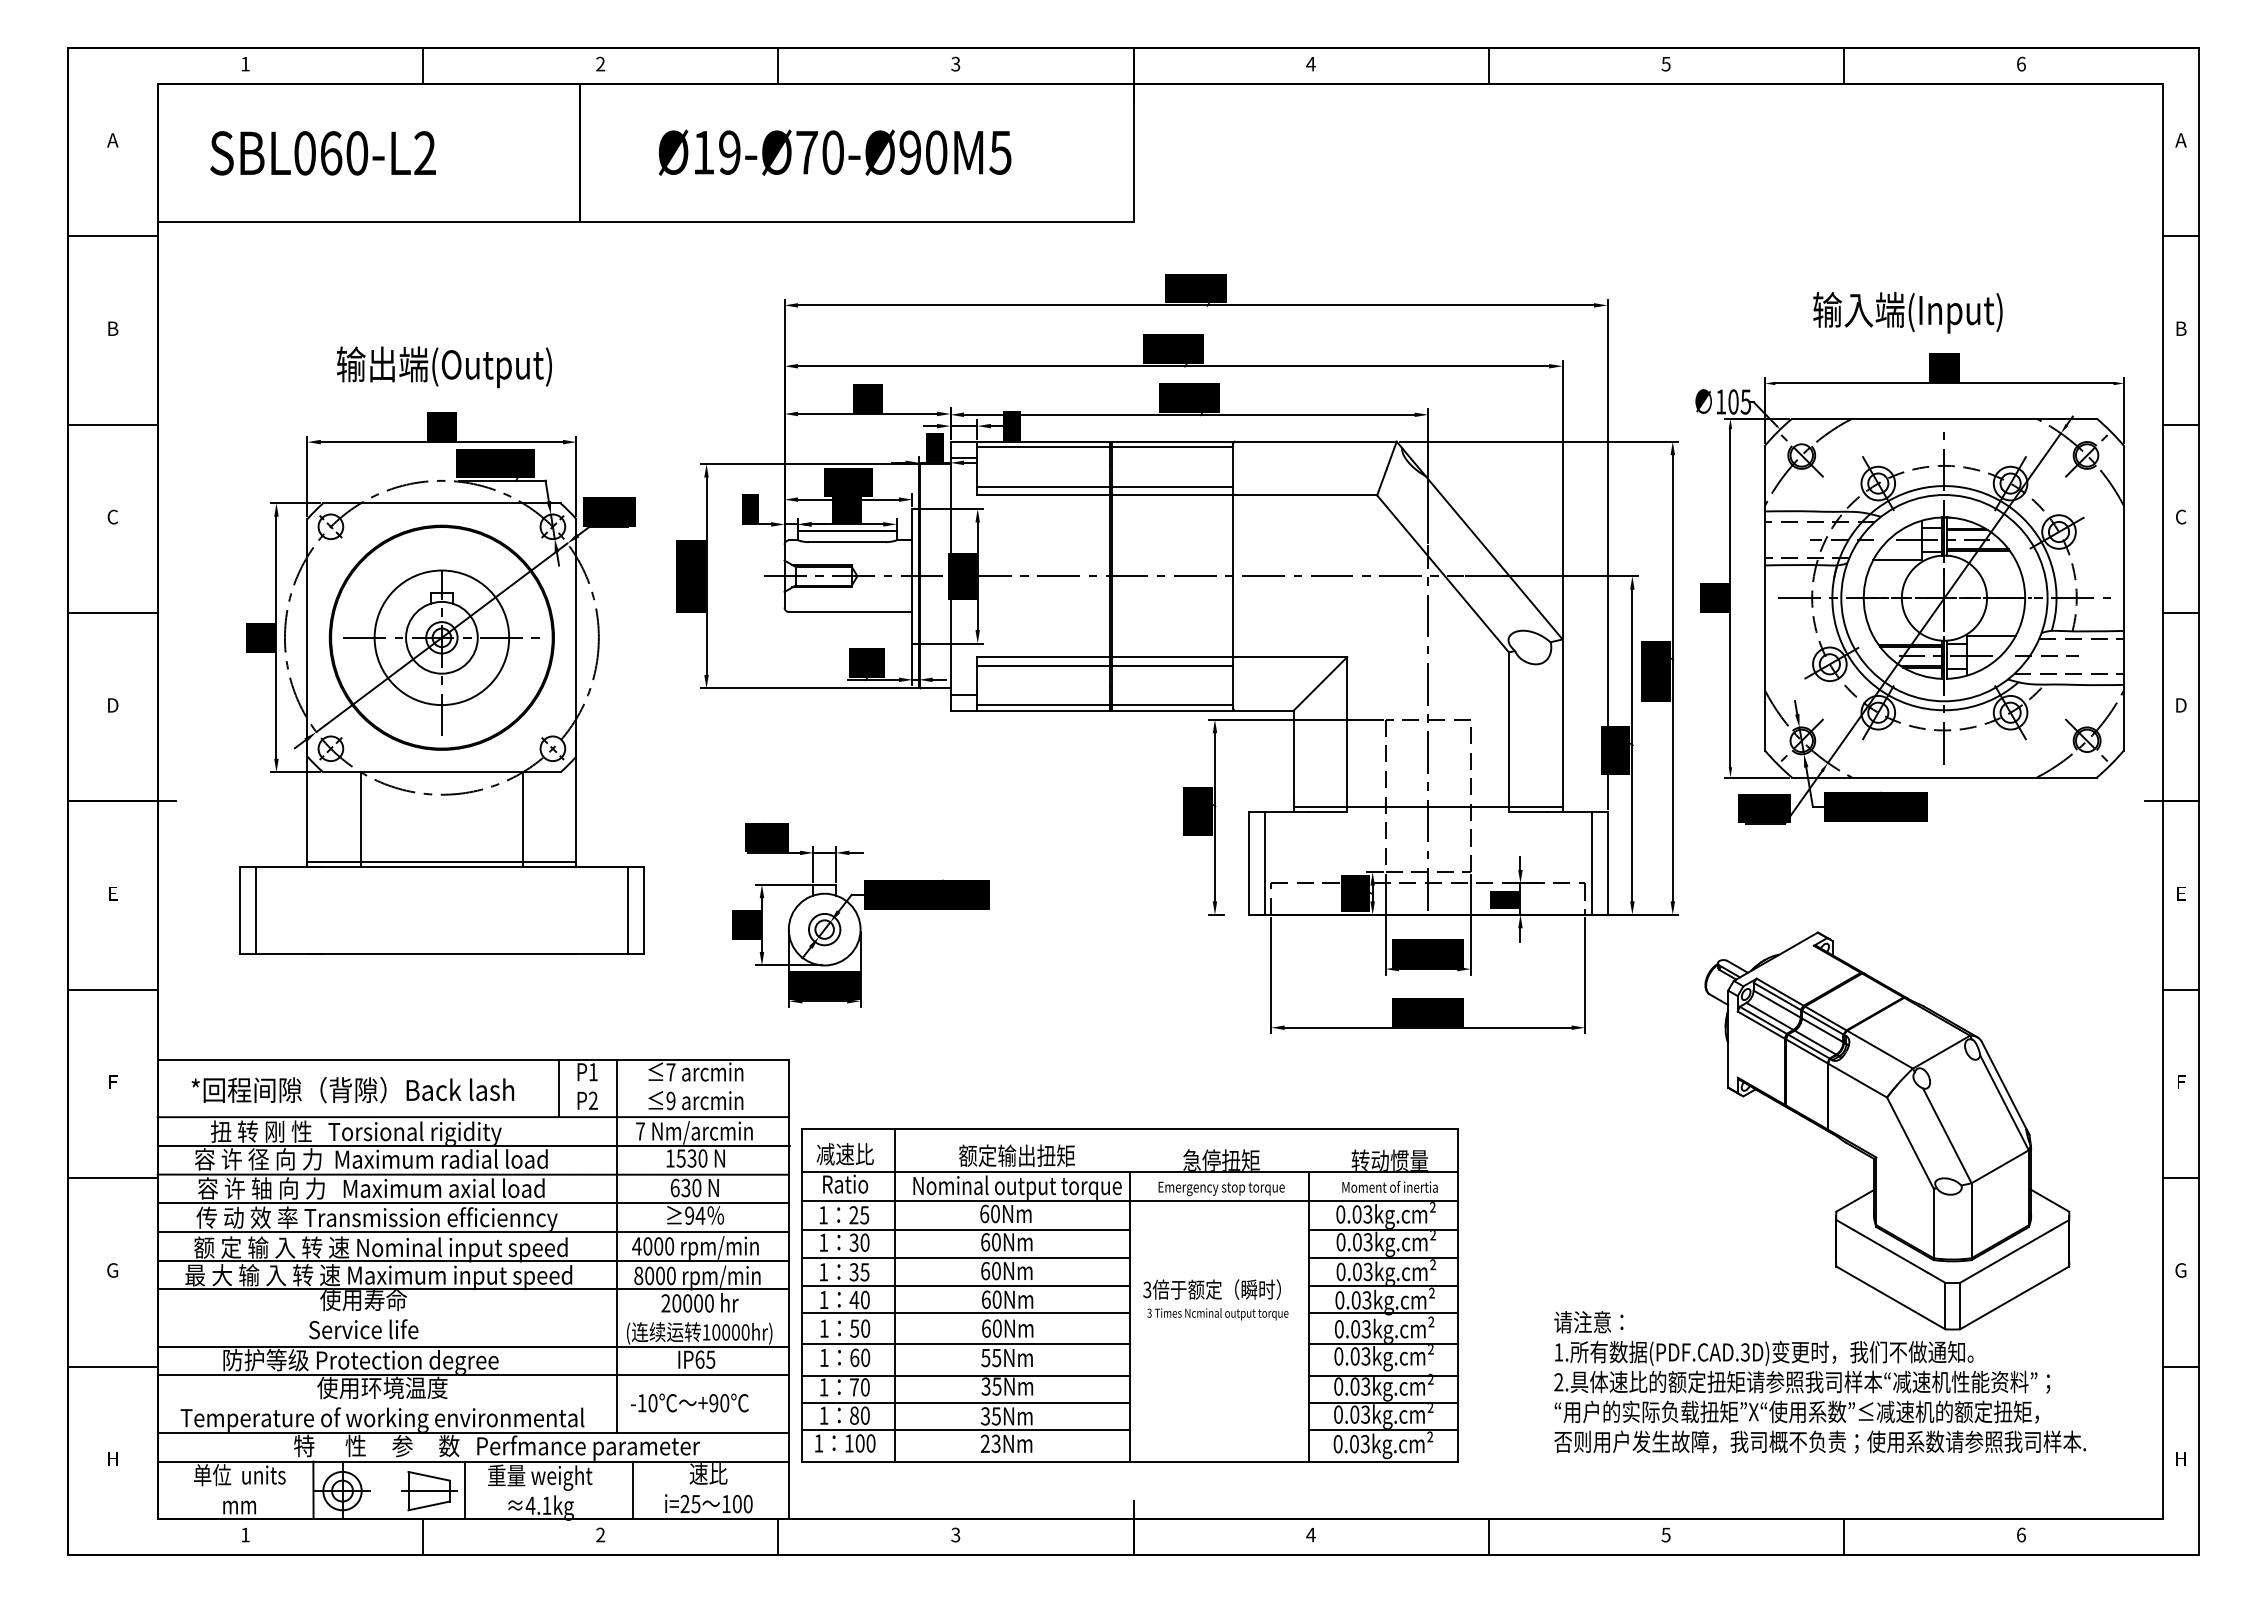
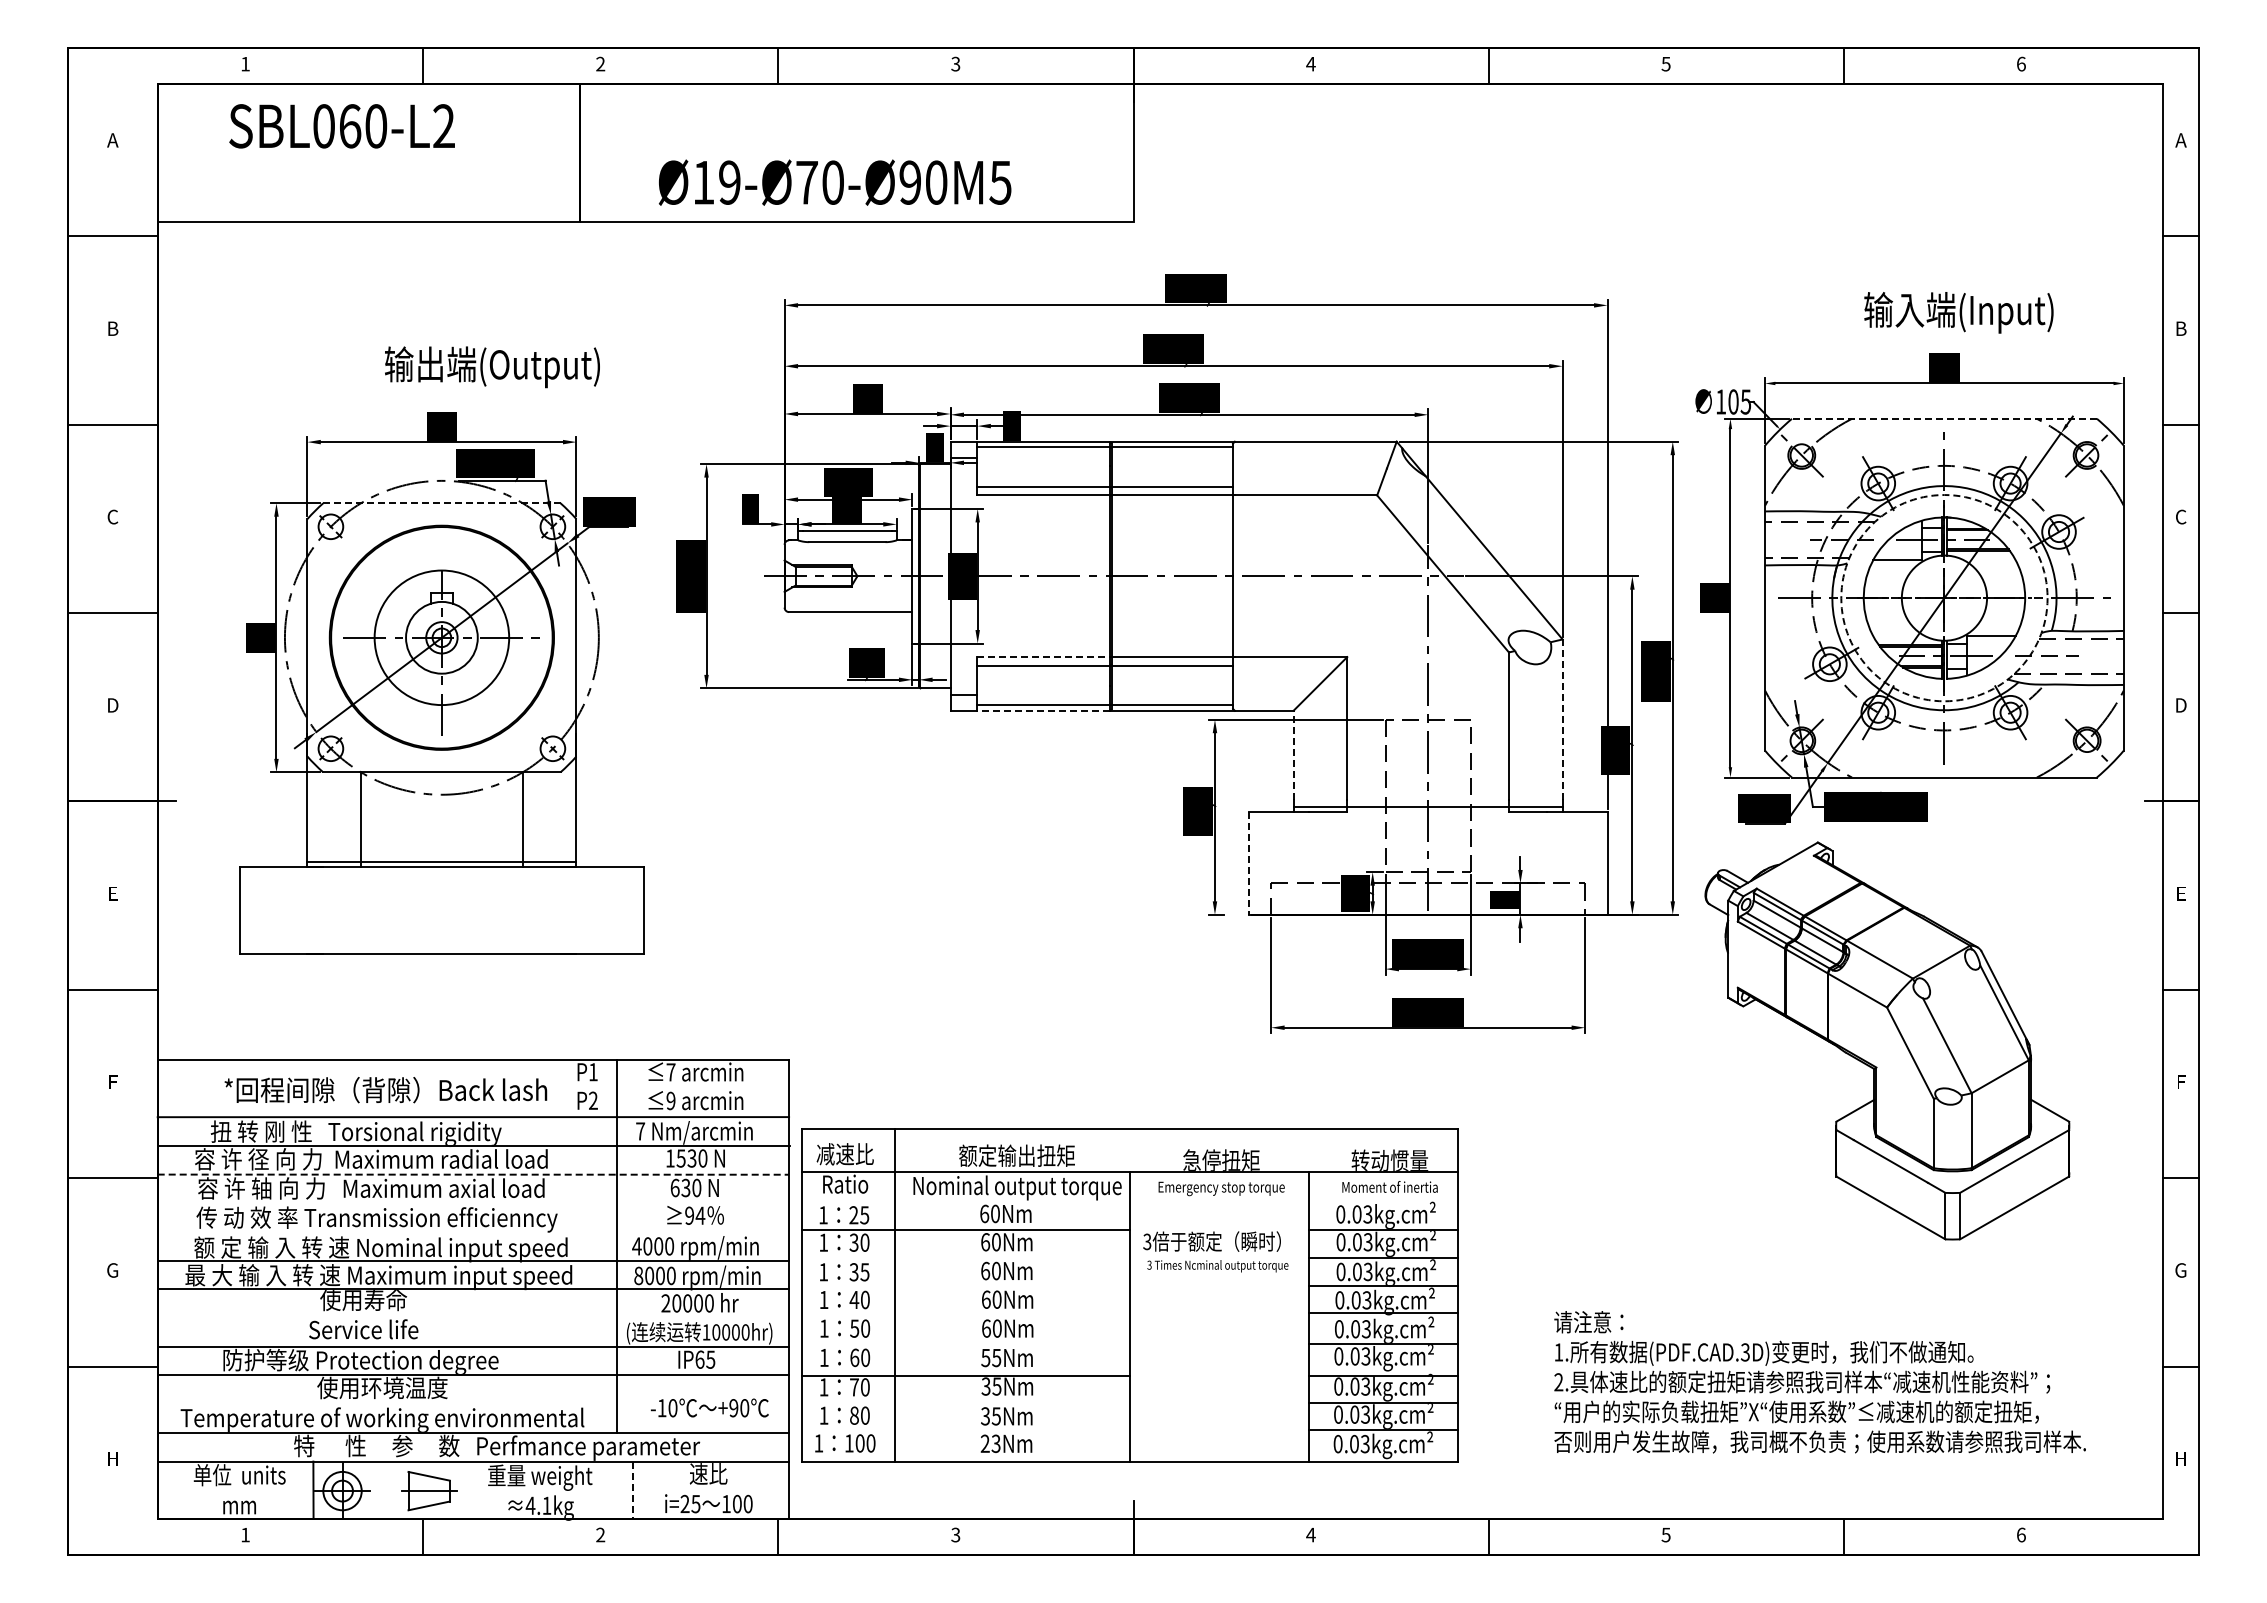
text at (834, 152) position: (834, 152) -> (834, 182)
text at (322, 153) position: (322, 153) -> (341, 126)
text at (1907, 312) position: (1907, 312) -> (1958, 312)
text at (444, 367) position: (444, 367) -> (492, 367)
line at (1943, 418): solid -> dashed
line at (441, 503): solid -> dashed
circle at (1944, 598): solid -> dashed
line at (1044, 657): solid -> dashed
line at (1043, 710): solid -> dashed
line at (1562, 720): solid -> dashed
line at (1293, 755): solid -> dashed
line at (1264, 862): present -> none
line at (1591, 862): present -> none
line at (1248, 863): solid -> dashed
line at (255, 909): present -> none
line at (627, 909): present -> none
part at (860, 914): present -> none
line at (558, 1088): present -> none
text at (352, 1090) position: (352, 1090) -> (385, 1090)
part at (1887, 1130) position: (1887, 1130) -> (1887, 1040)
line at (473, 1174): solid -> dashed
line at (1130, 1200): present -> none
line at (473, 1203): present -> none
line at (473, 1231): present -> none
line at (966, 1258): present -> none
line at (966, 1286): present -> none
text at (1215, 1299) position: (1215, 1299) -> (1215, 1251)
line at (966, 1312): present -> none
line at (966, 1344): present -> none
text at (689, 1402) position: (689, 1402) -> (709, 1407)
line at (966, 1402): present -> none
line at (966, 1429): present -> none
line at (465, 1489): present -> none
line at (633, 1490): solid -> dashed
